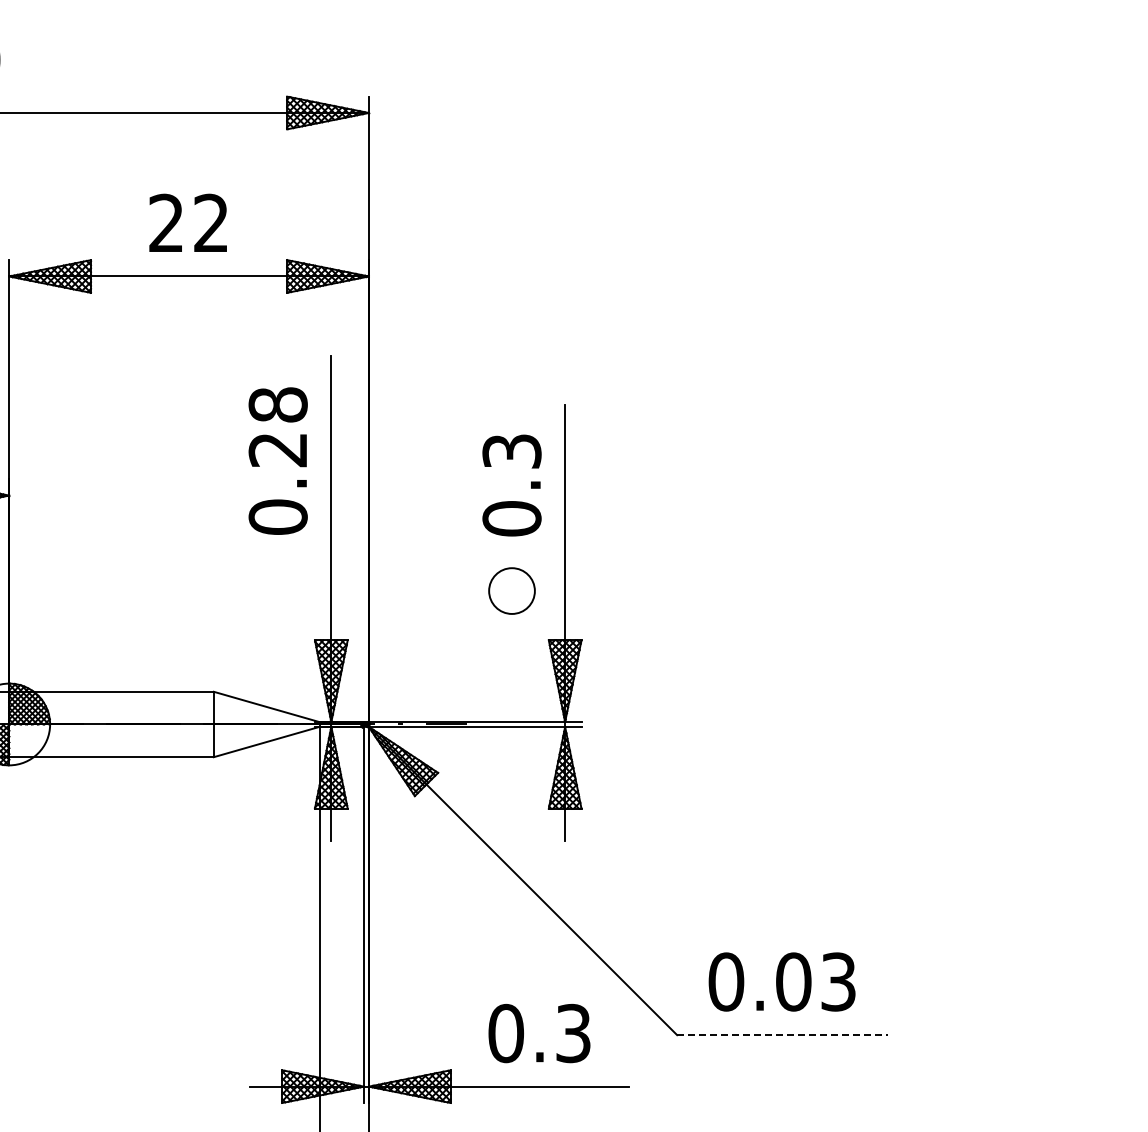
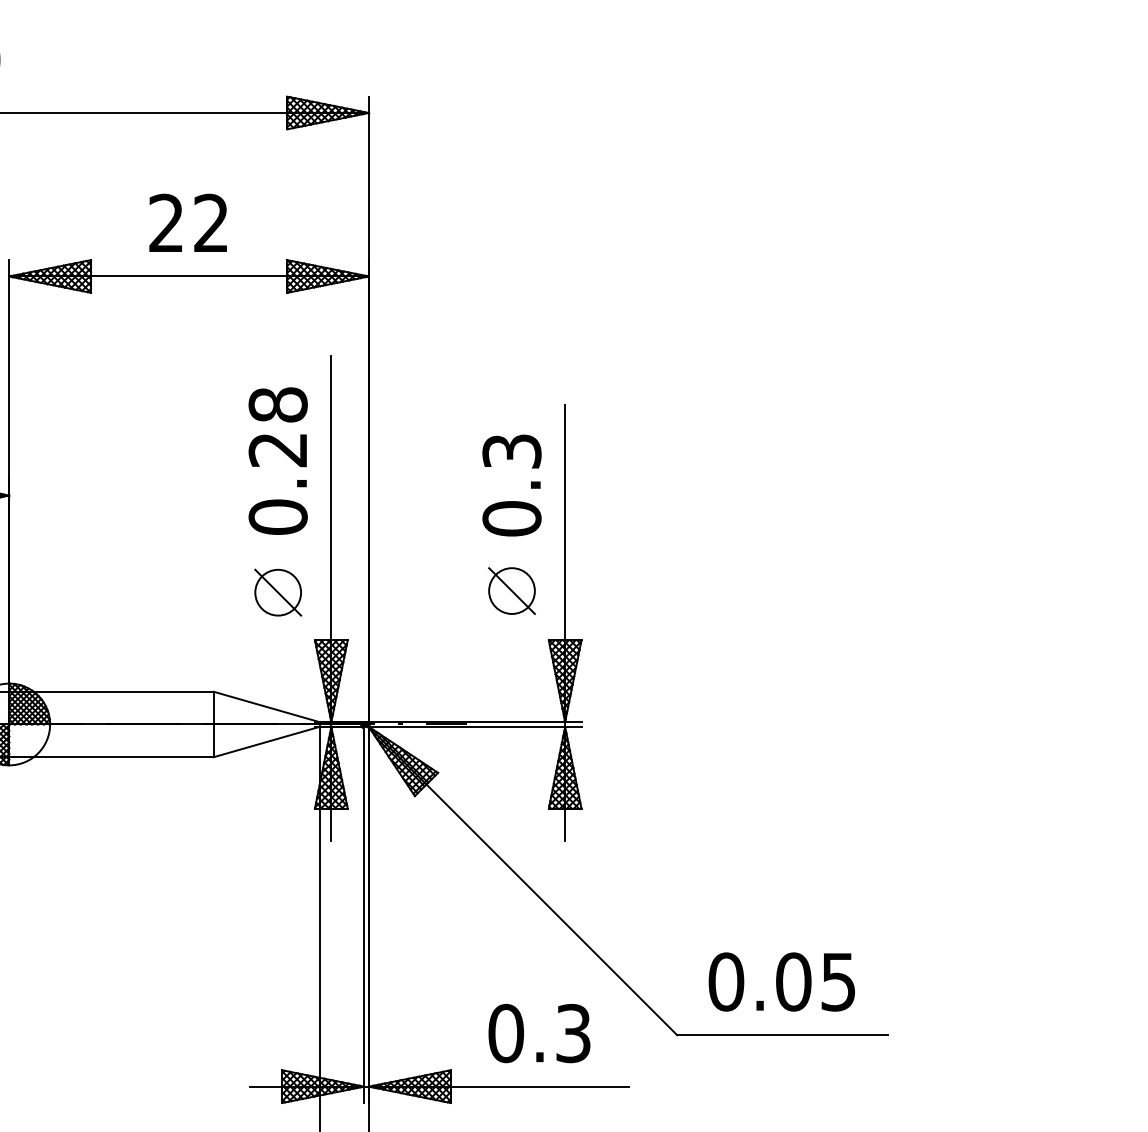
line at (511, 590): none -> present
part at (278, 592): none -> present
text at (838, 981): 0.03 -> 0.05
line at (783, 1035): dashed -> solid
